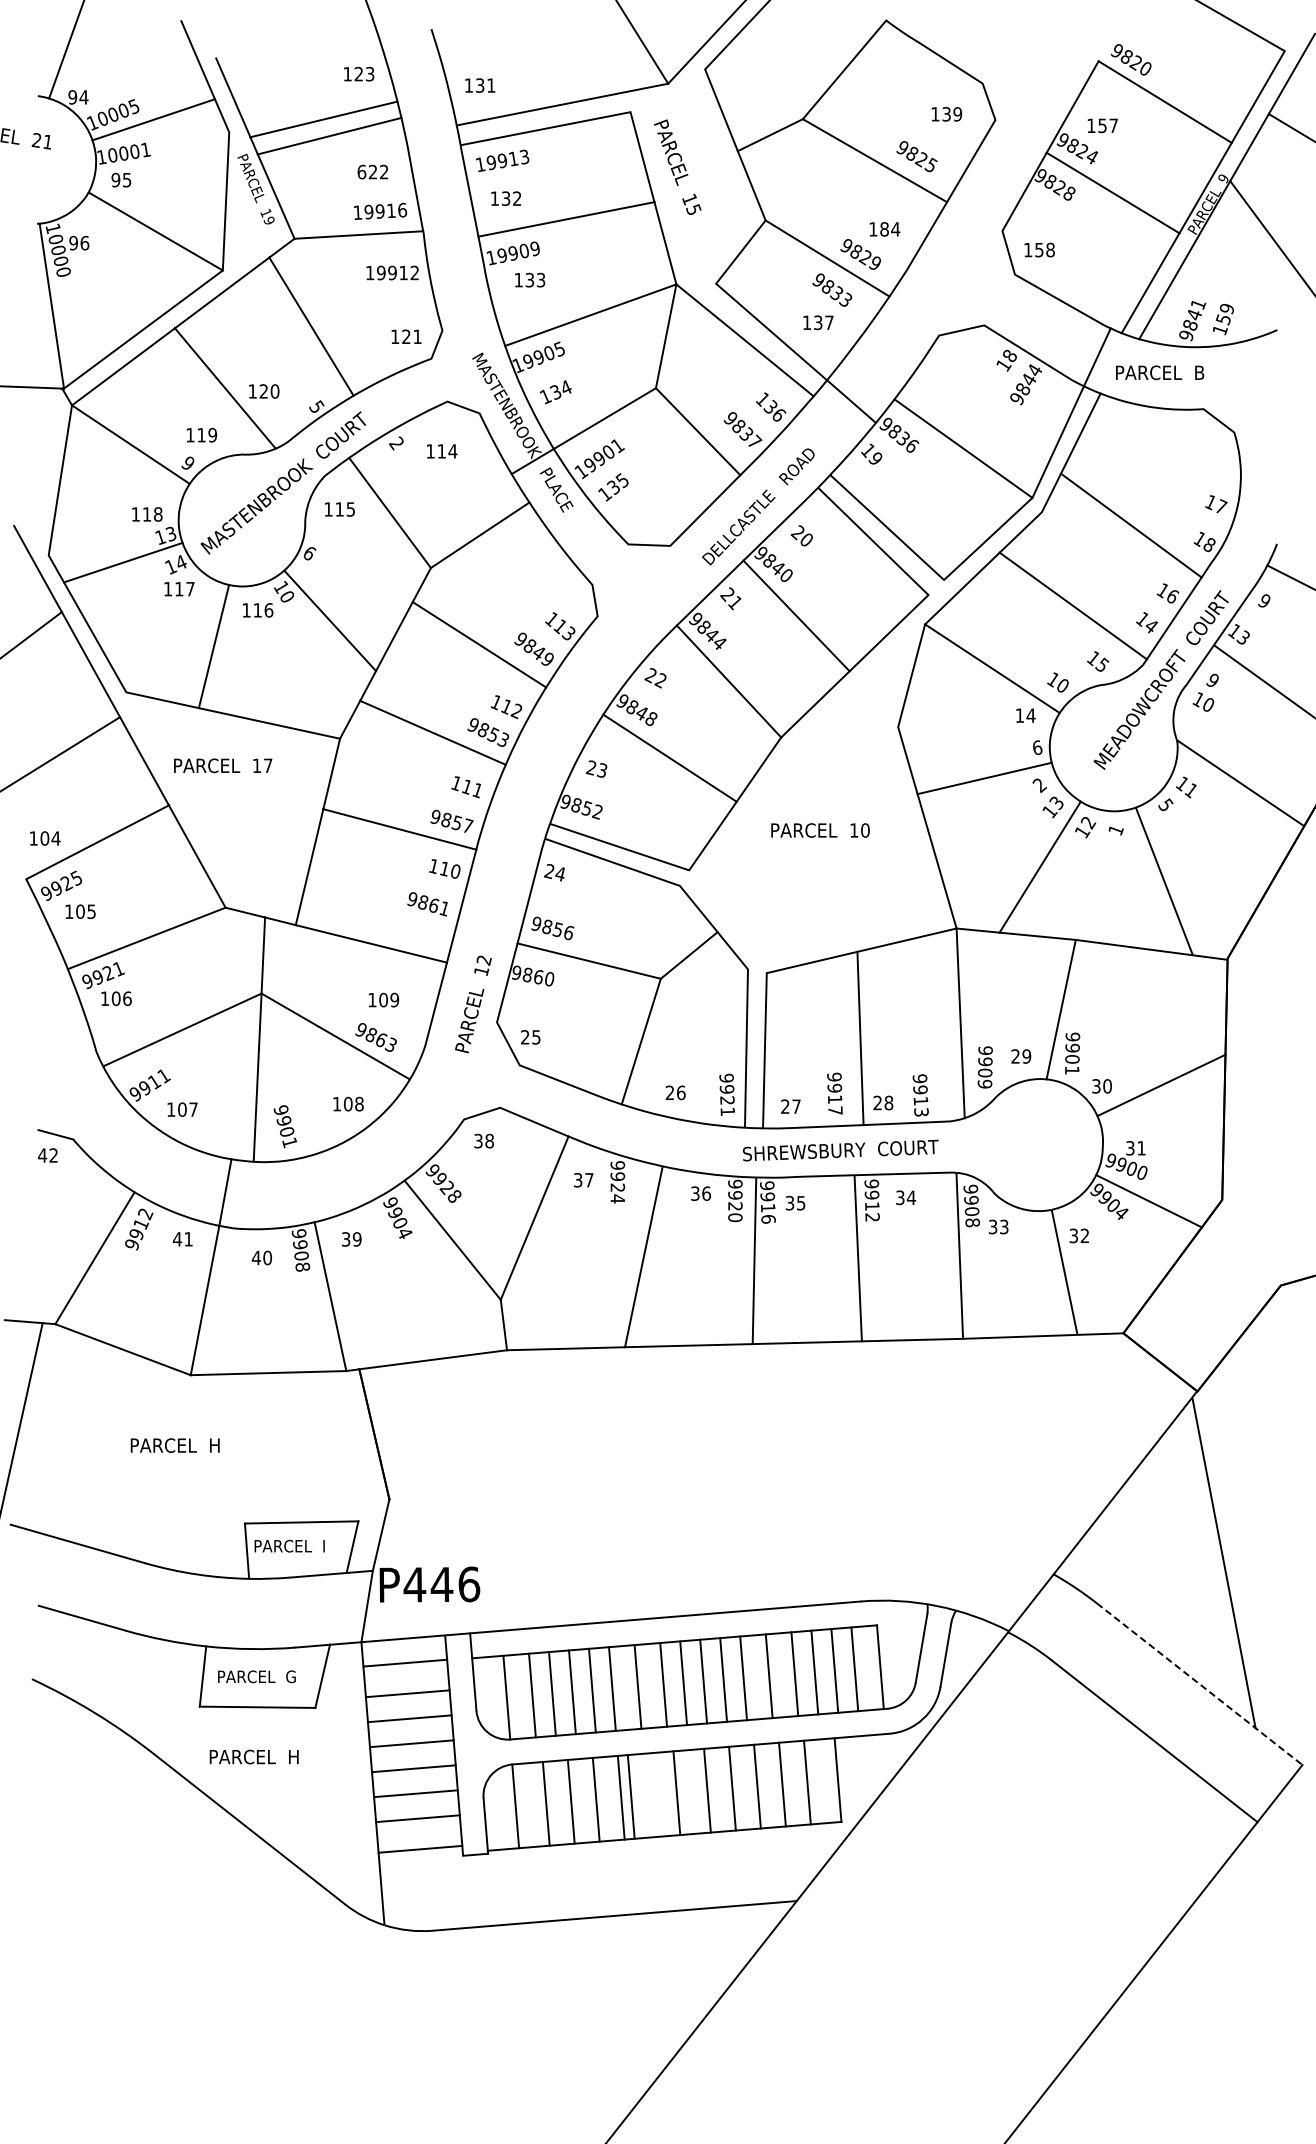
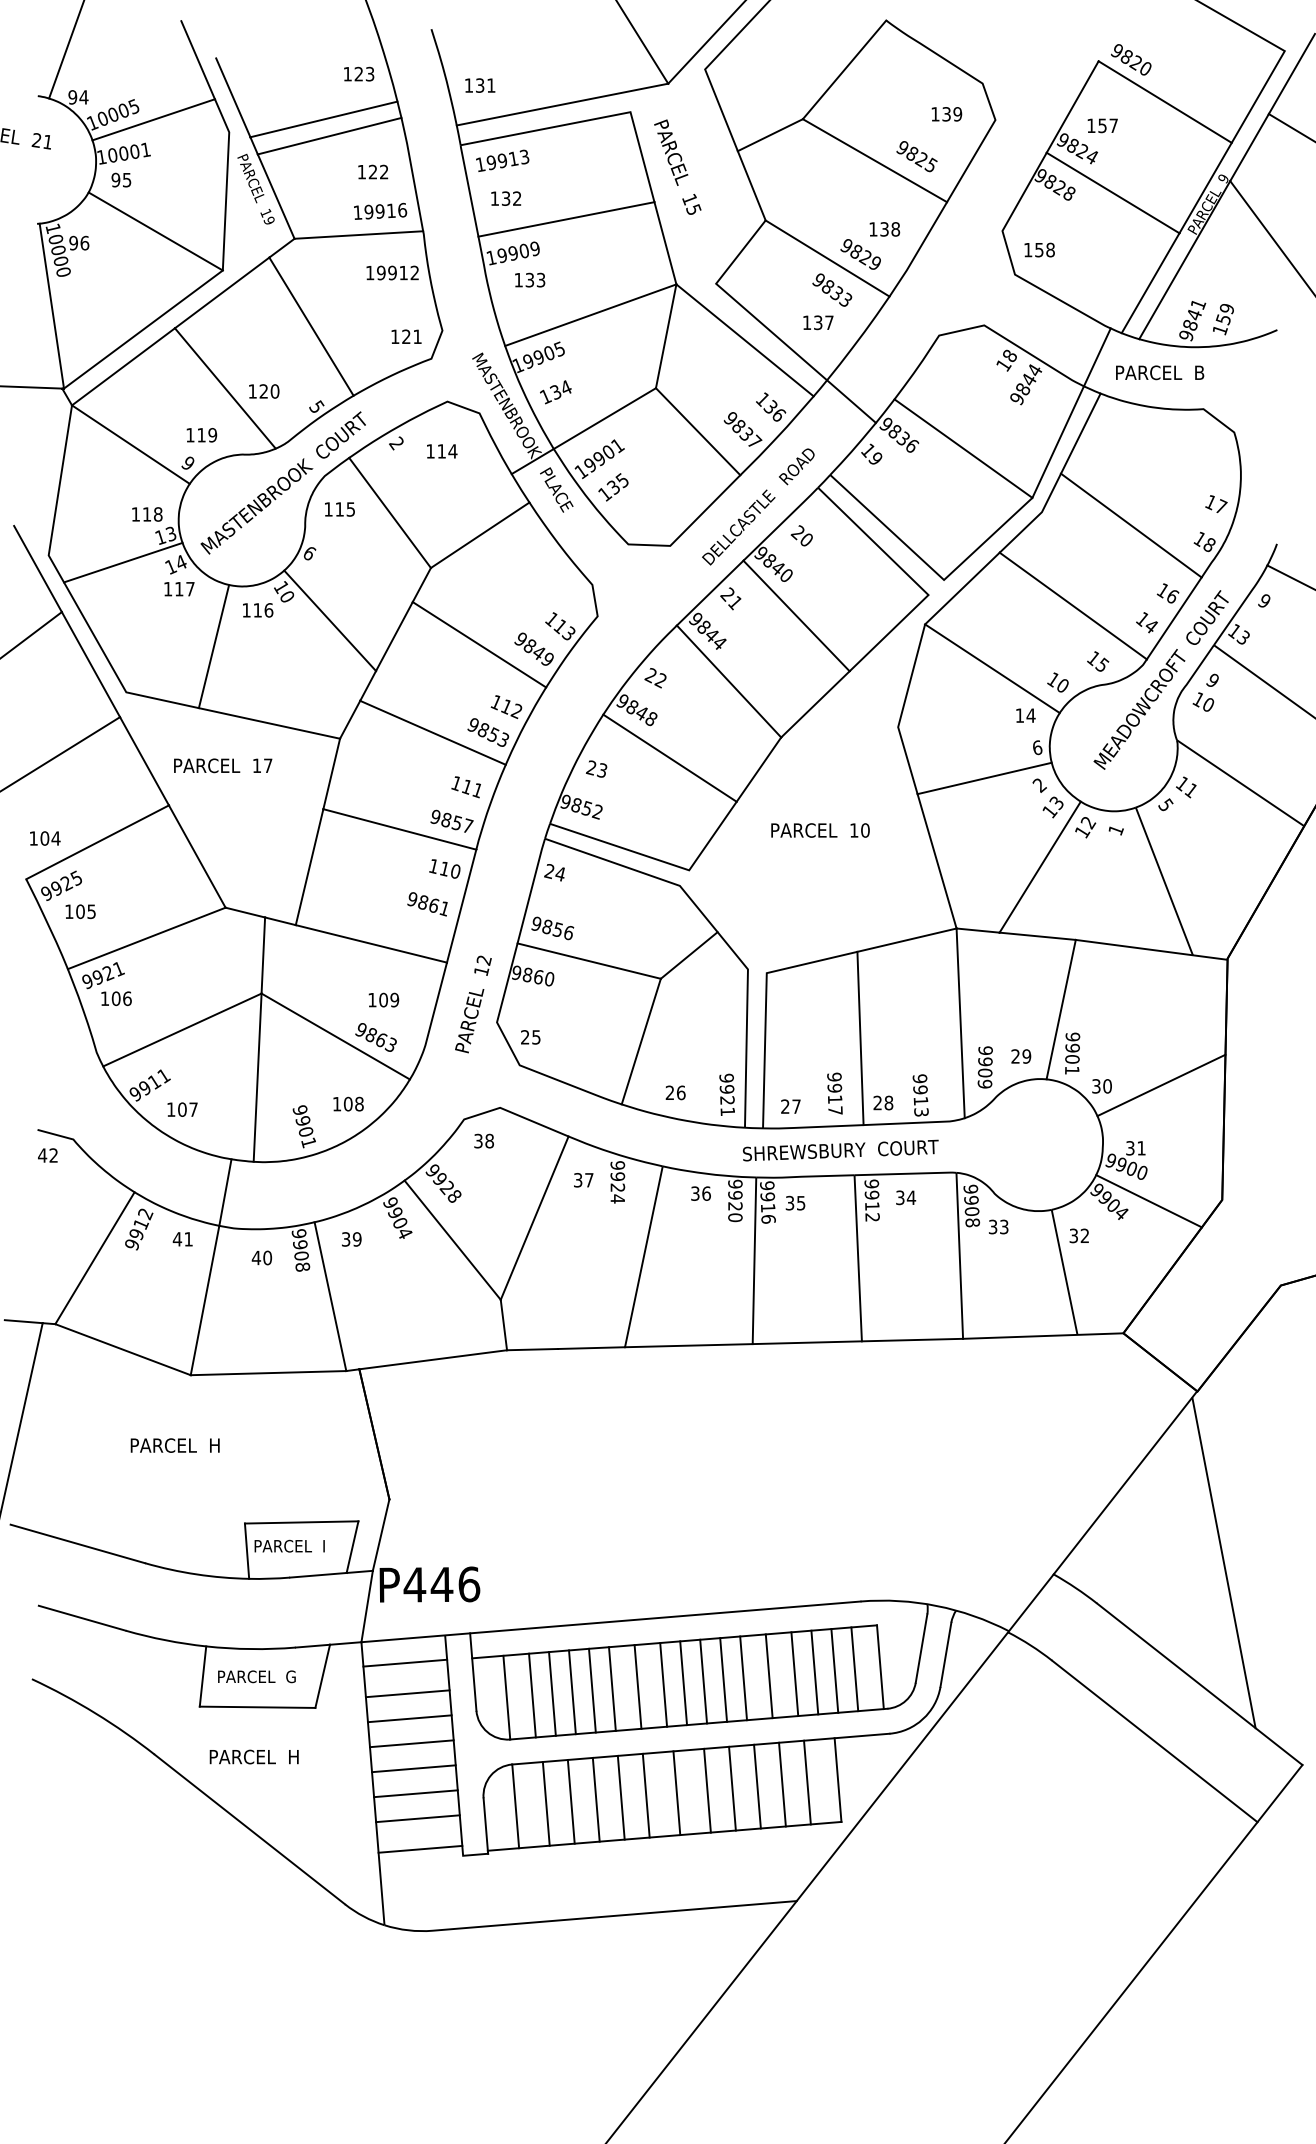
text at (361, 171): 622 -> 122
text at (890, 229): 184 -> 138
text at (284, 1126) position: (284, 1126) -> (303, 1126)
line at (1199, 1684): dashed -> solid
line at (630, 1796) position: (630, 1796) -> (645, 1795)
